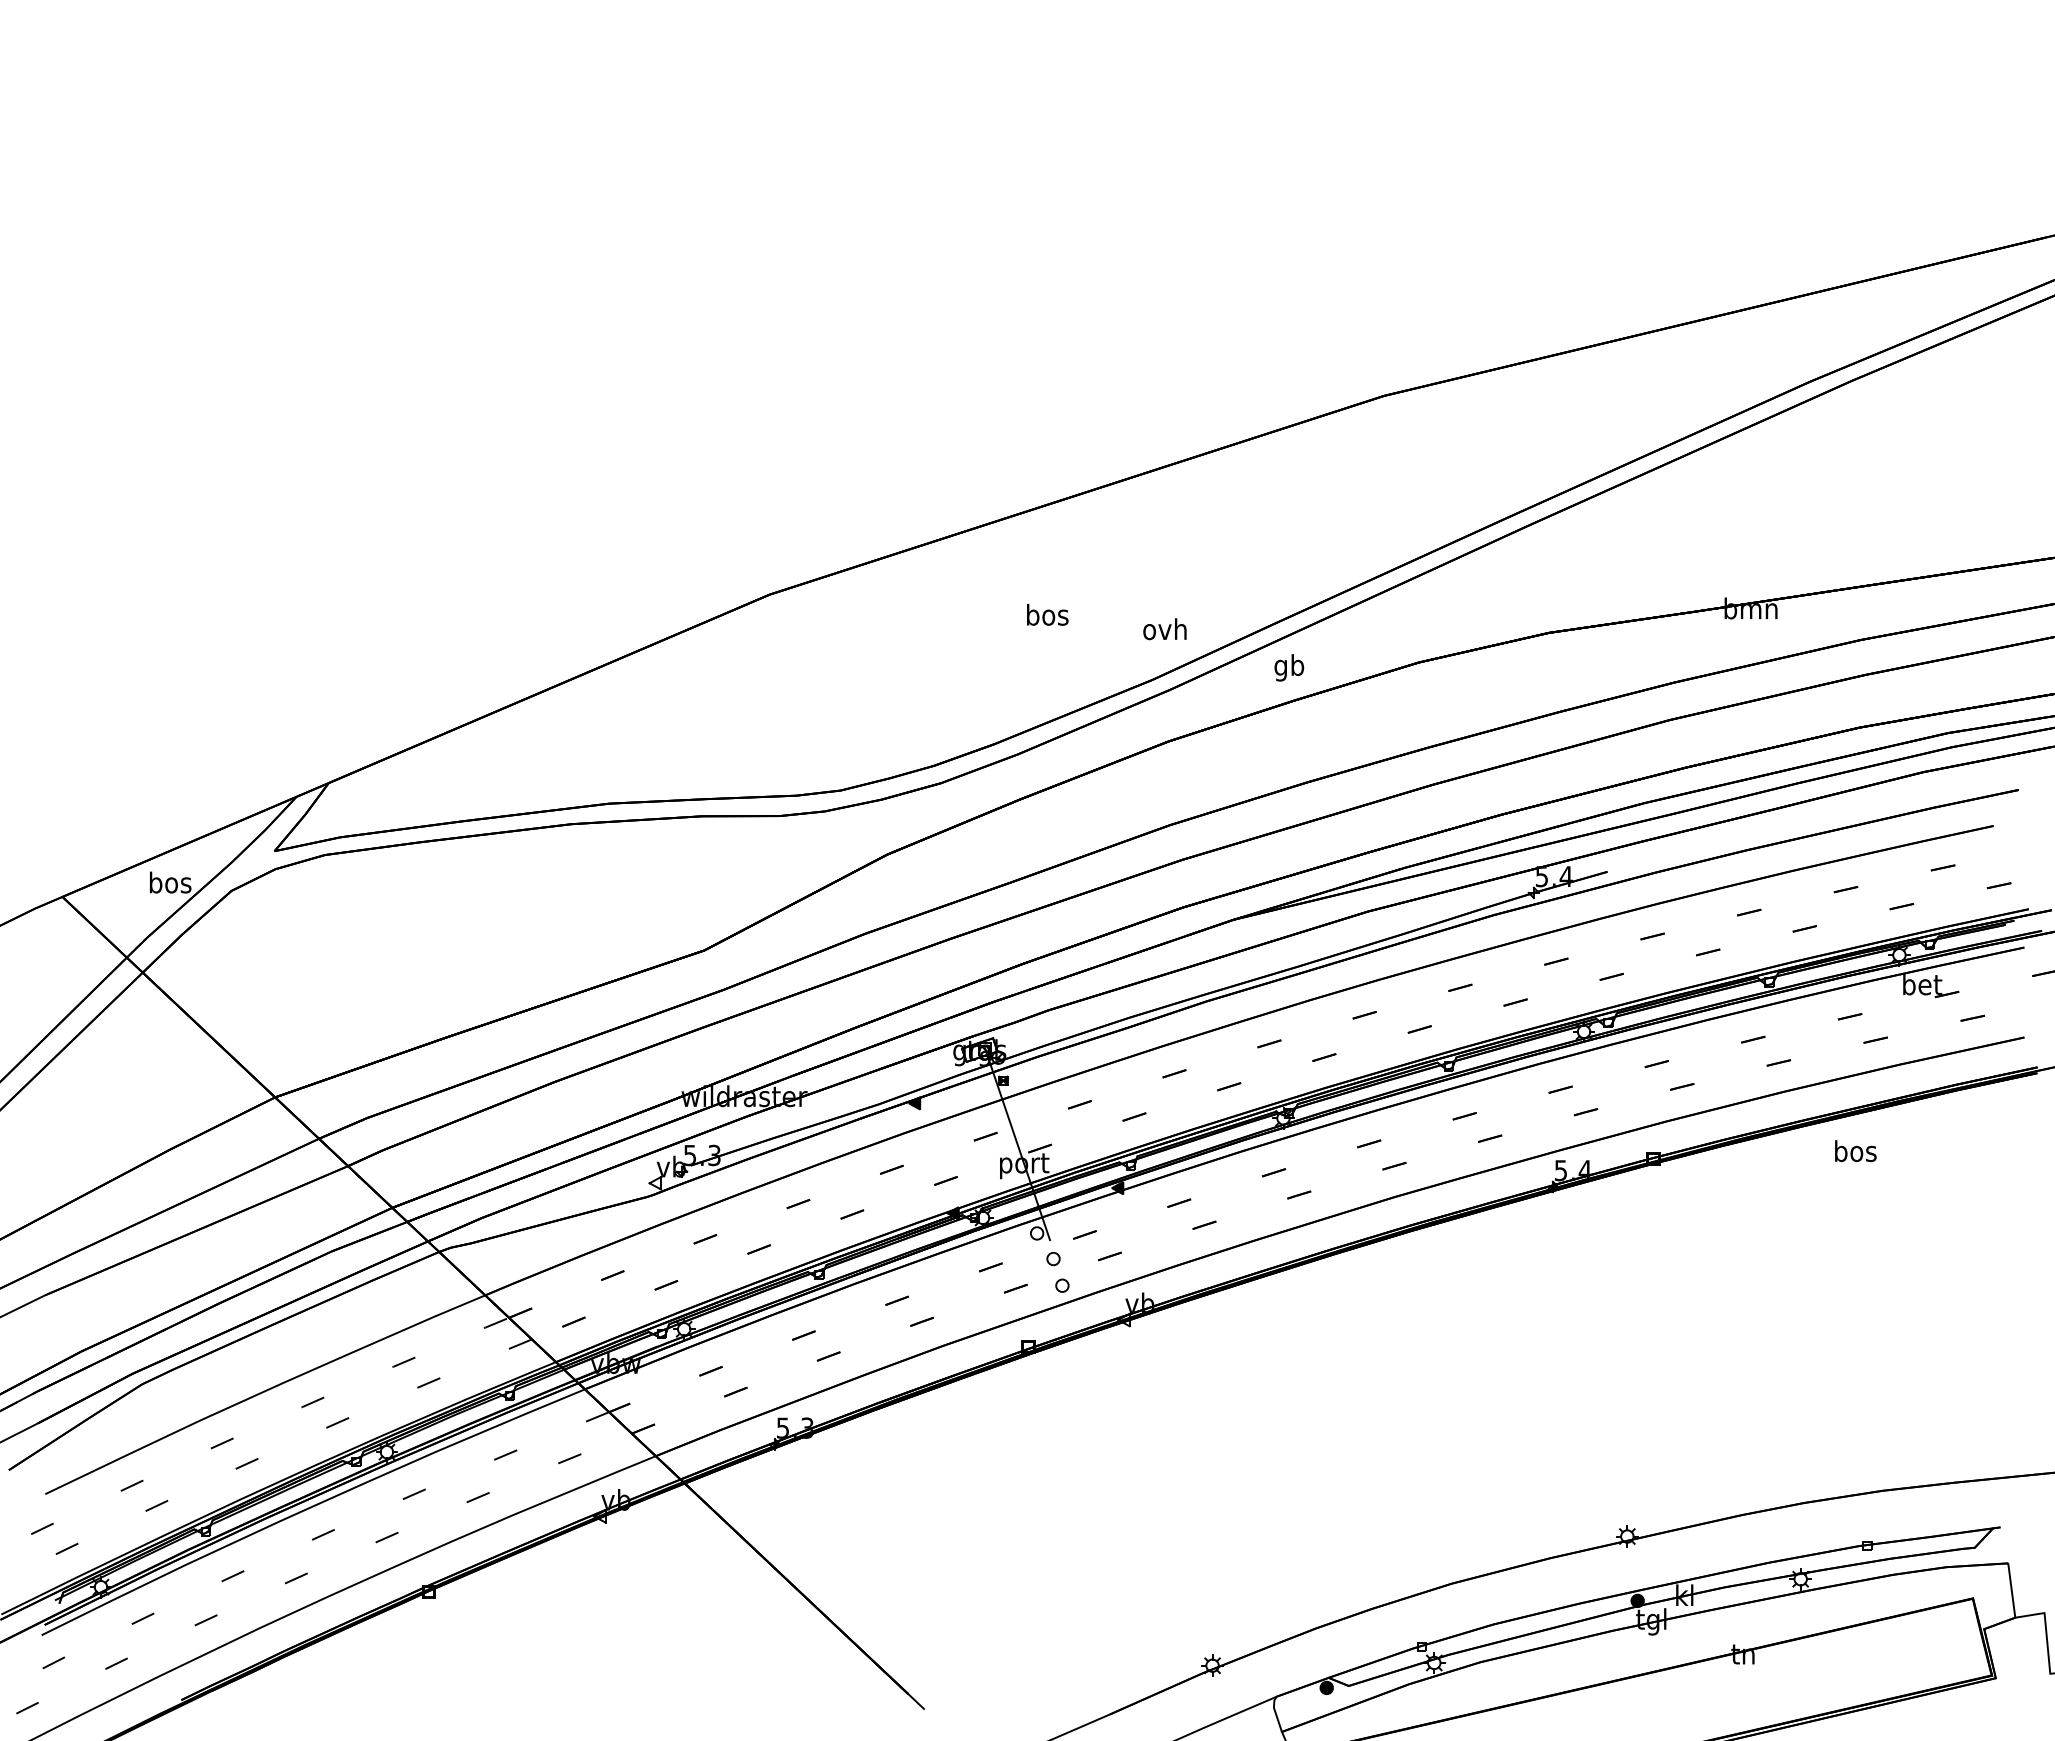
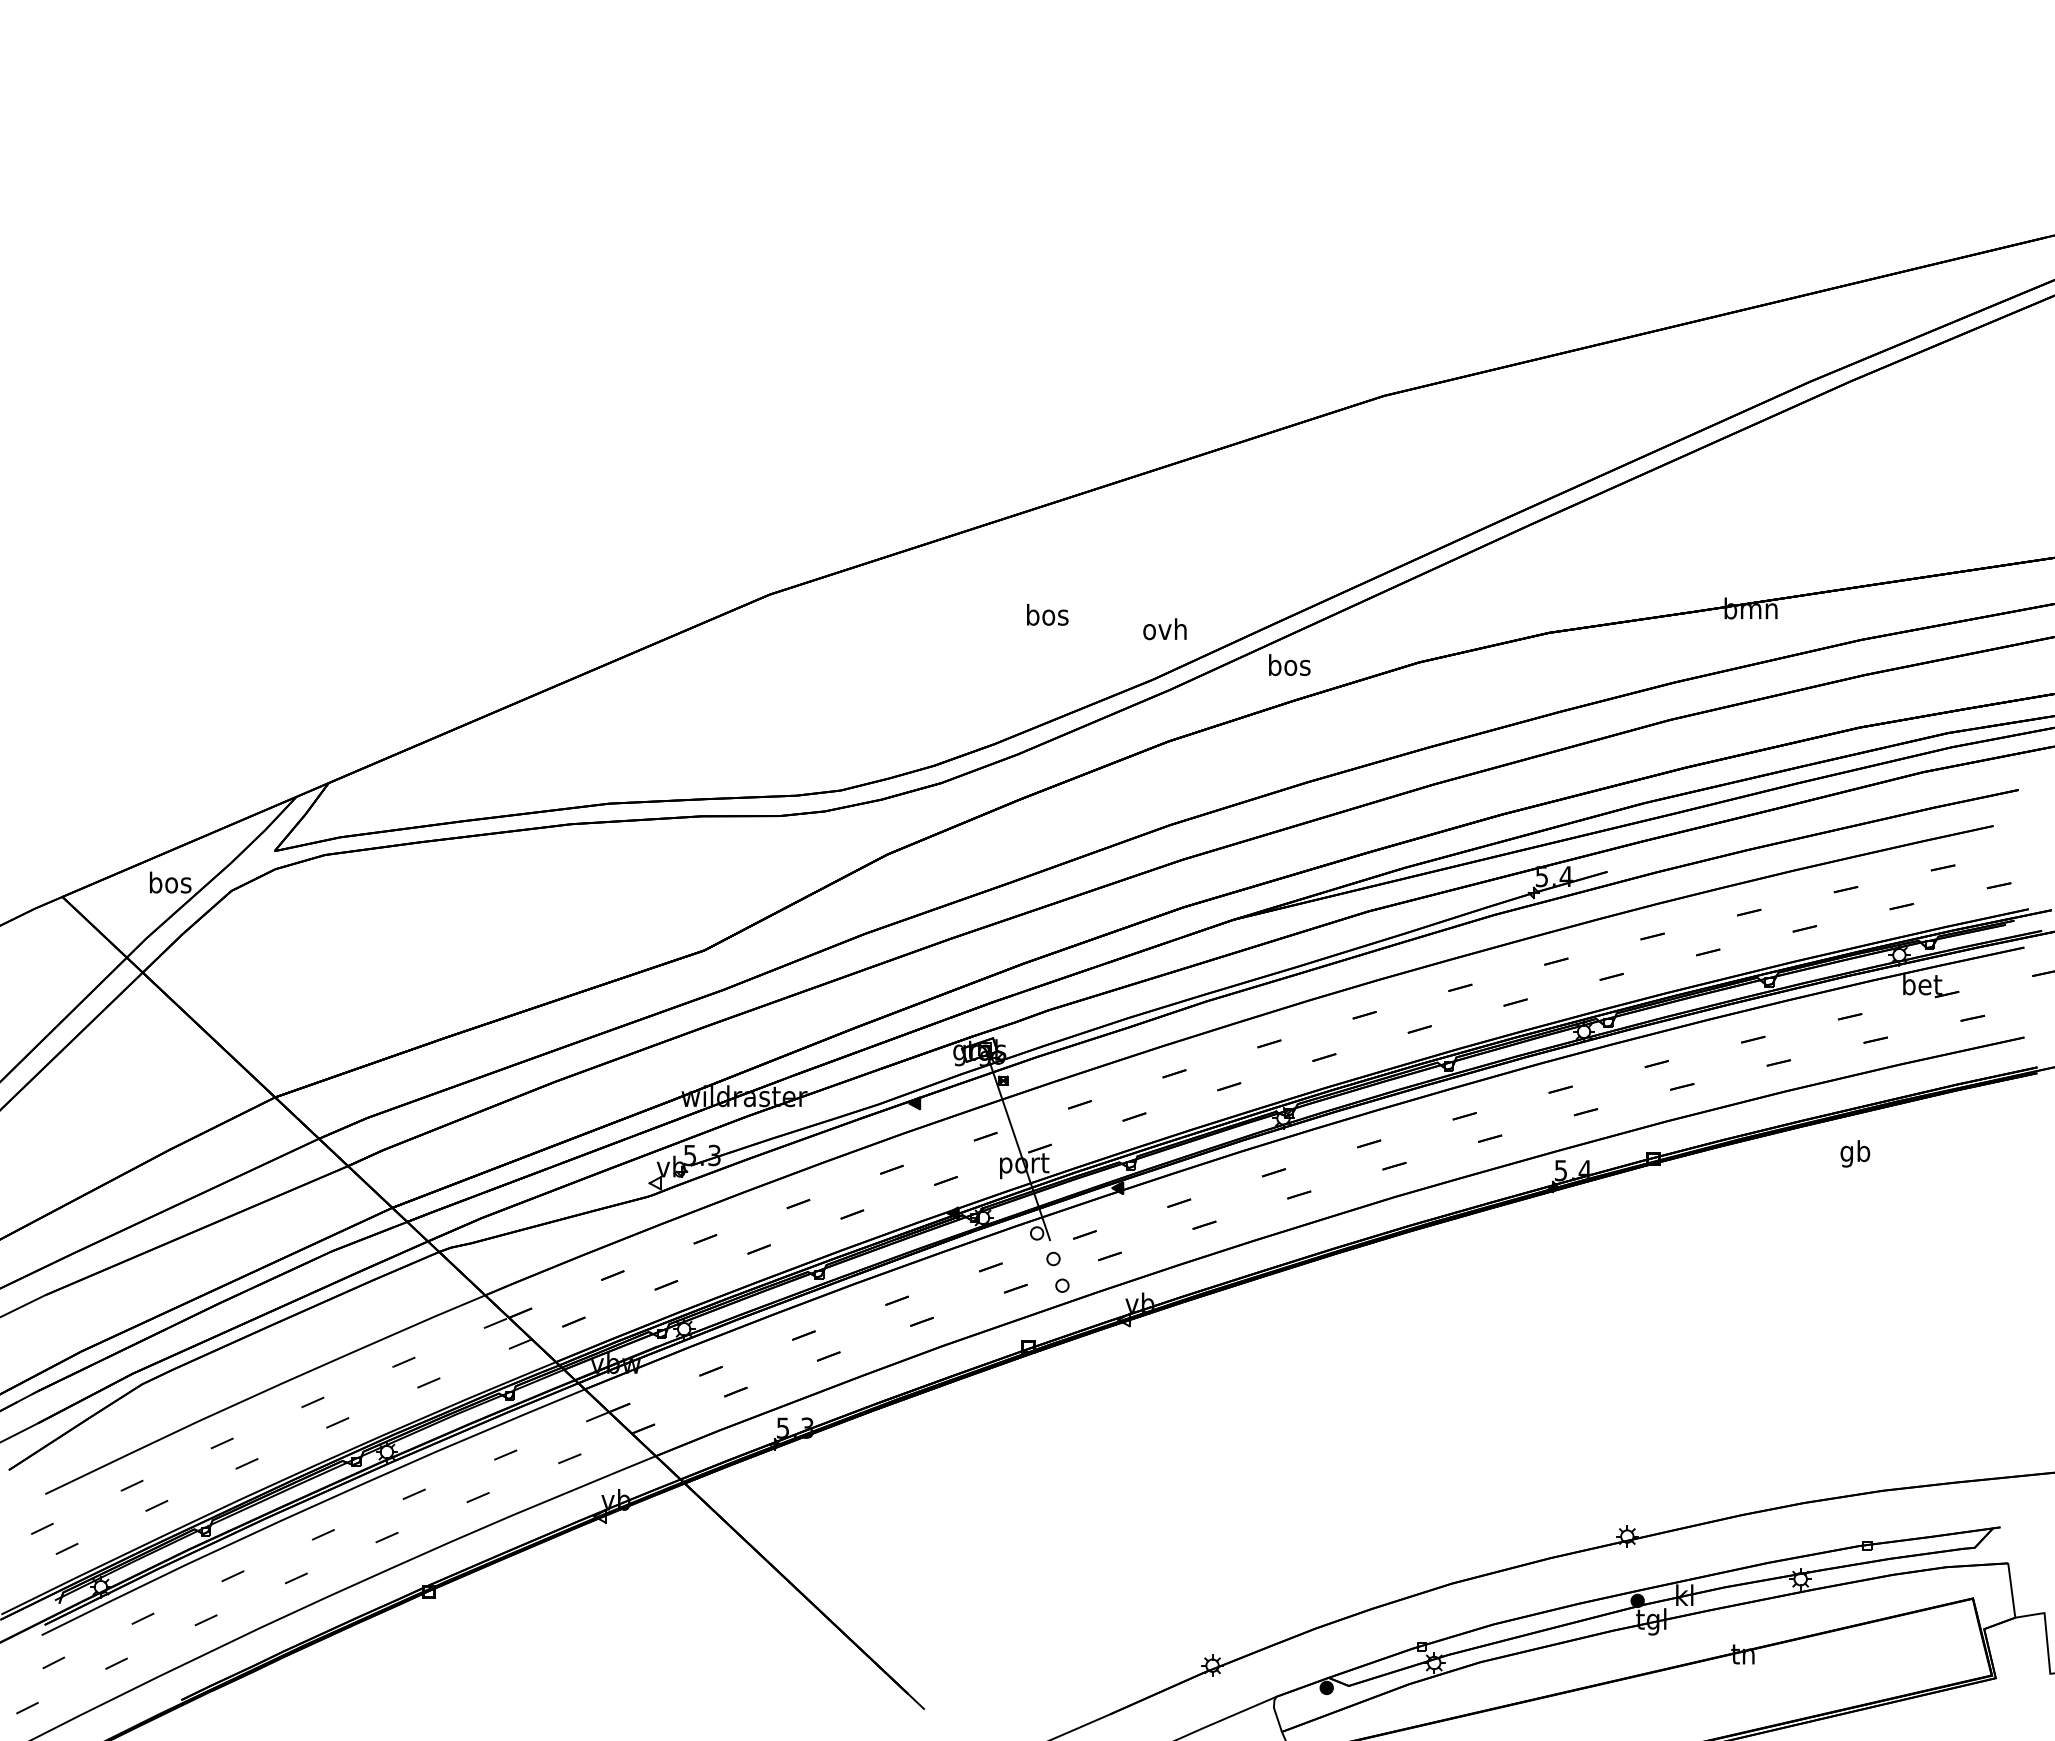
text at (1289, 667): gb -> bos
text at (1855, 1153): bos -> gb
